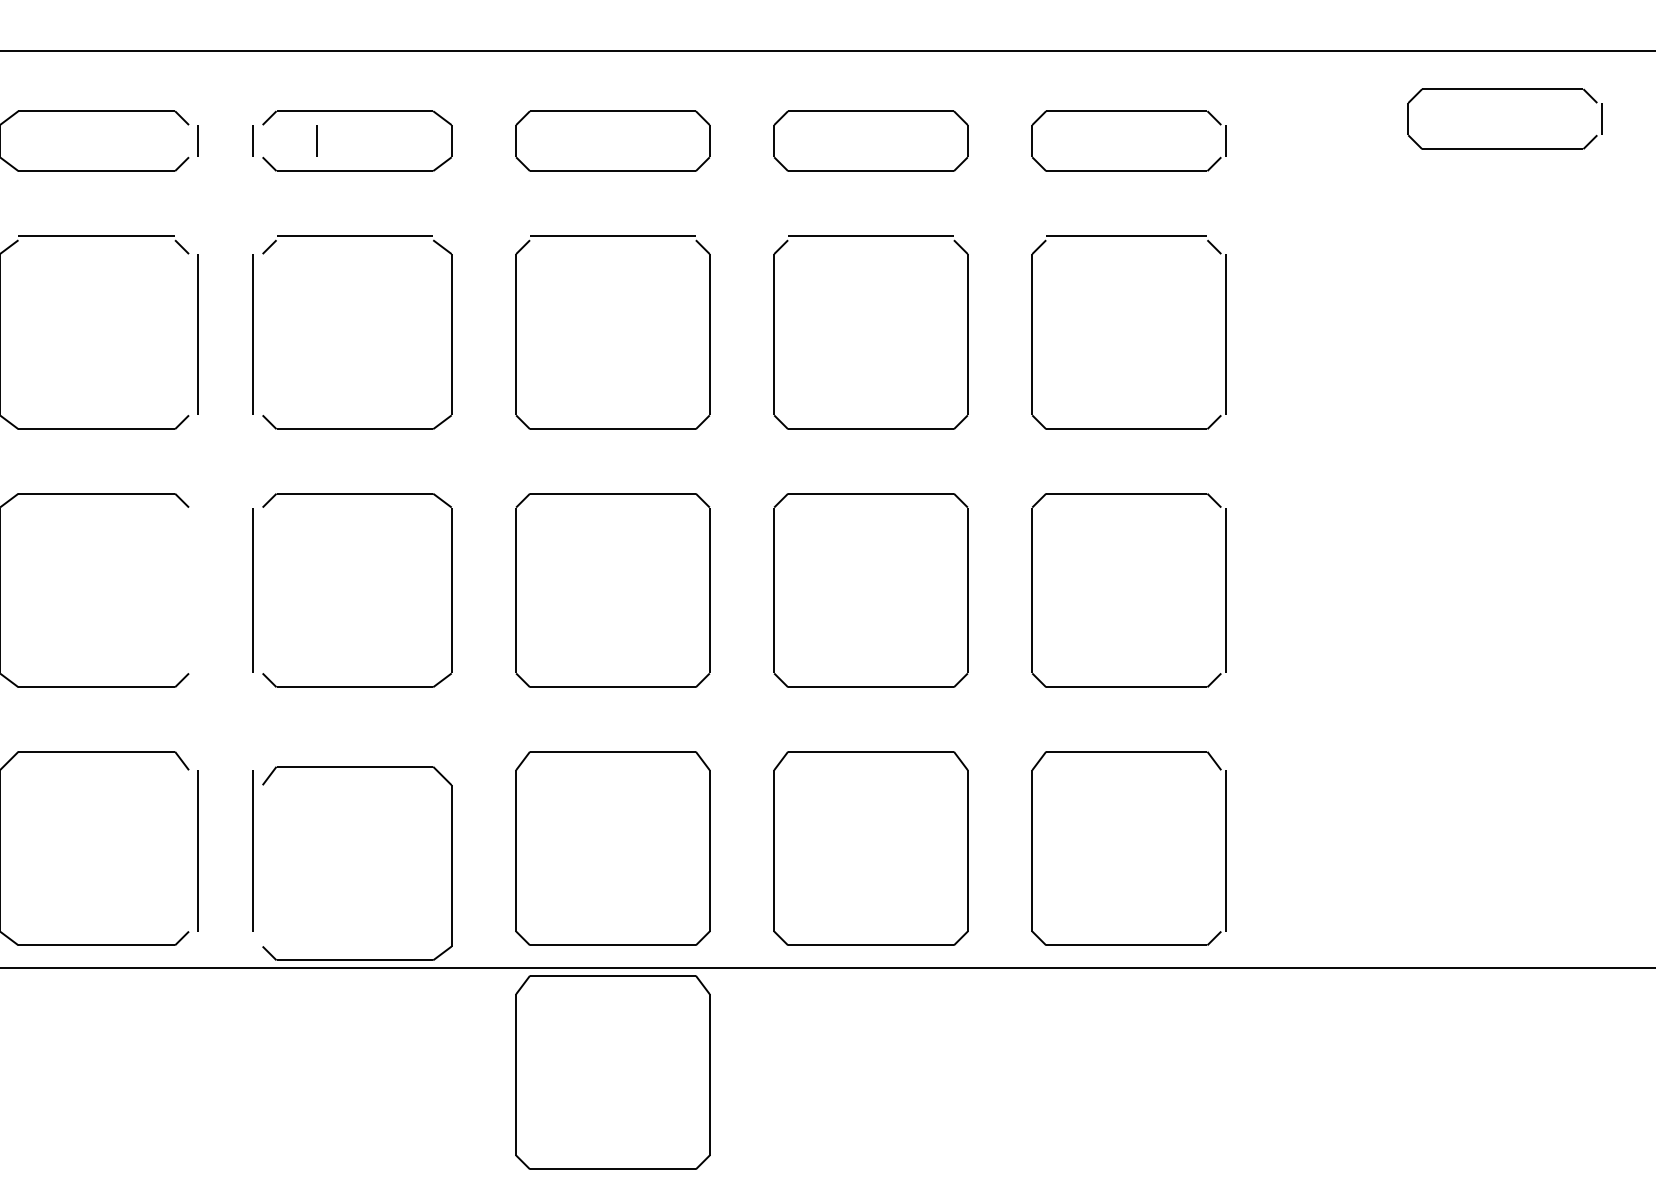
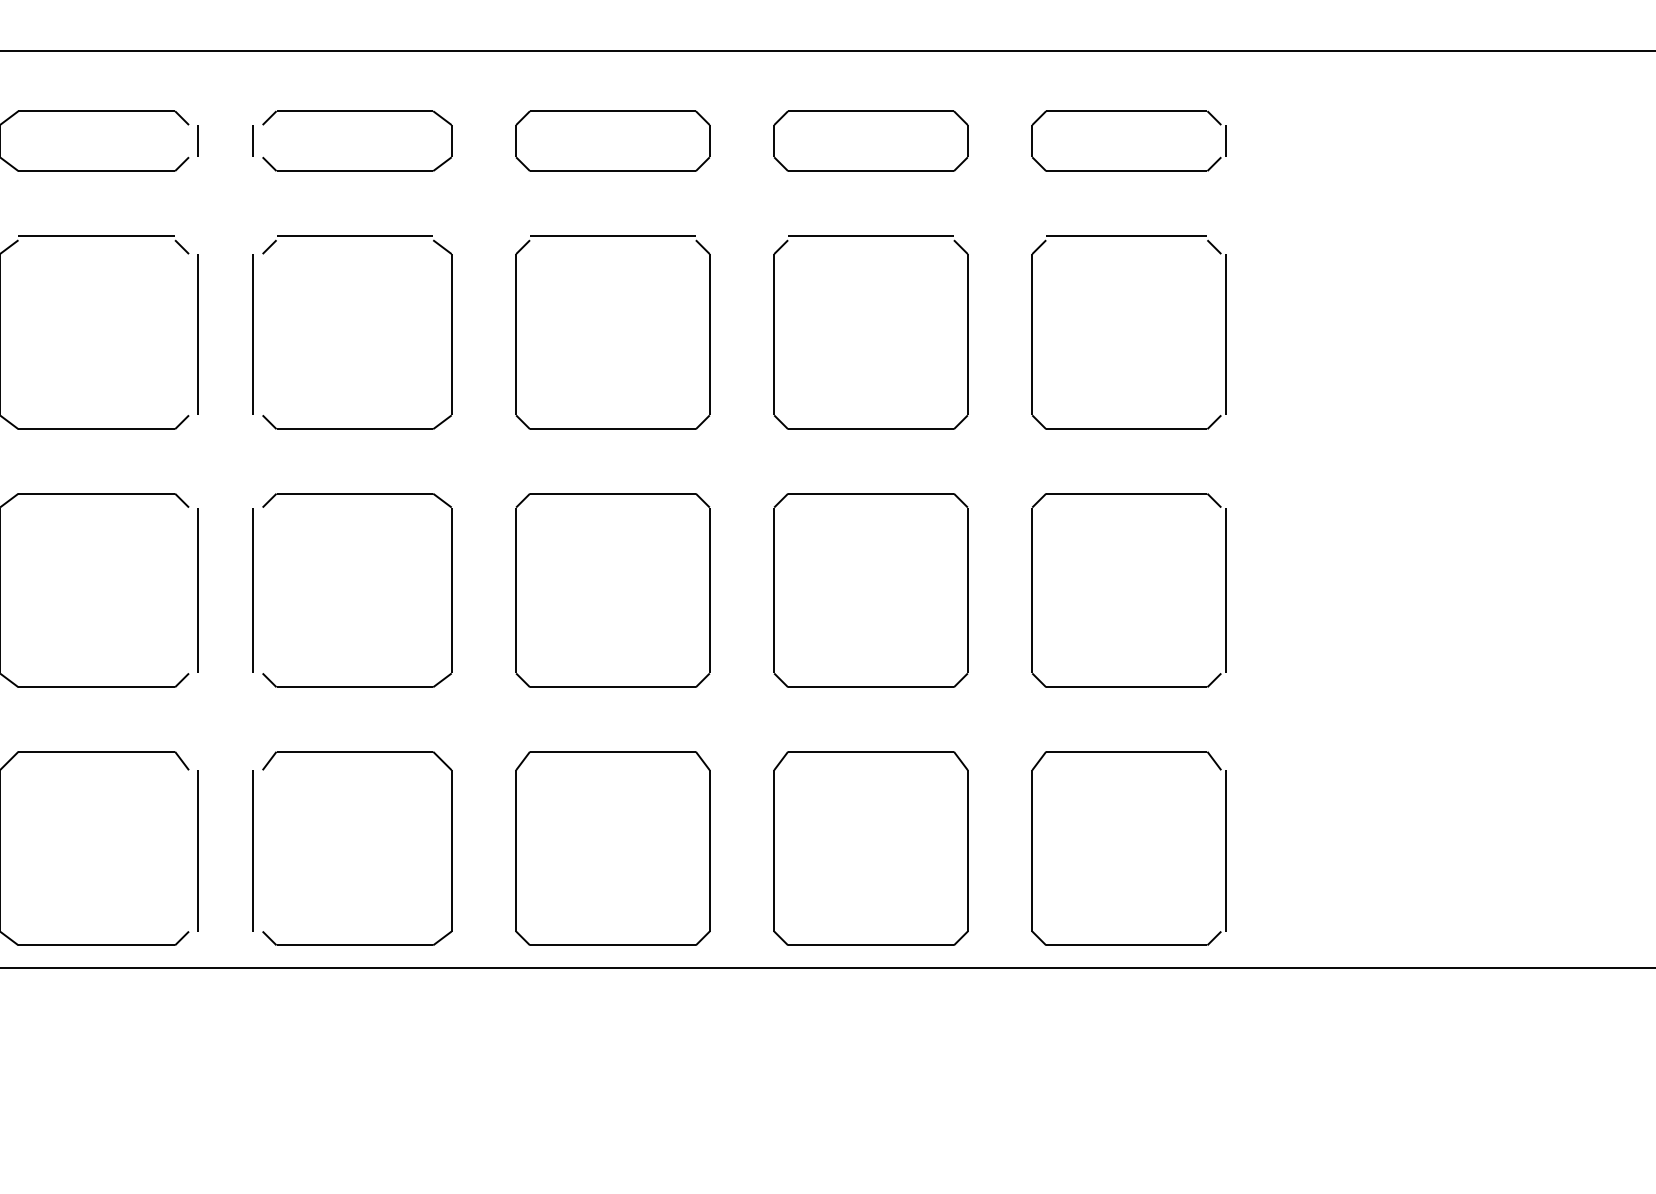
part at (1504, 89): present -> none
line at (316, 140): present -> none
line at (197, 590): none -> present
part at (451, 863) position: (451, 863) -> (451, 848)
part at (612, 1072): present -> none
